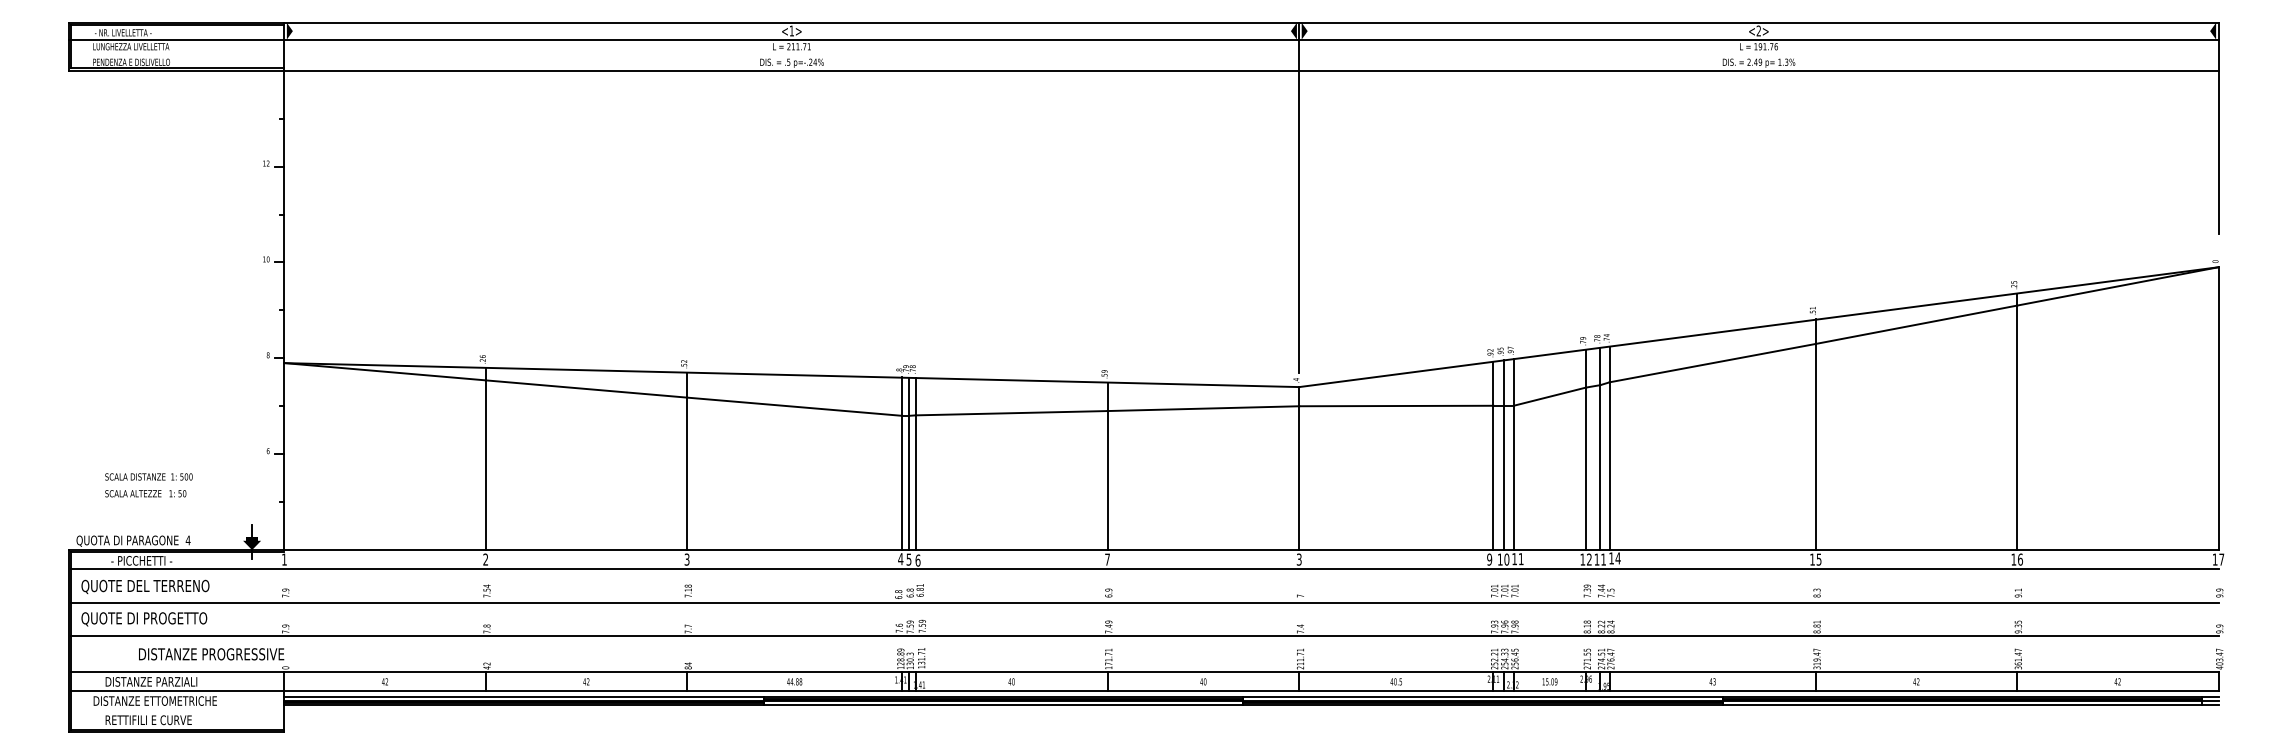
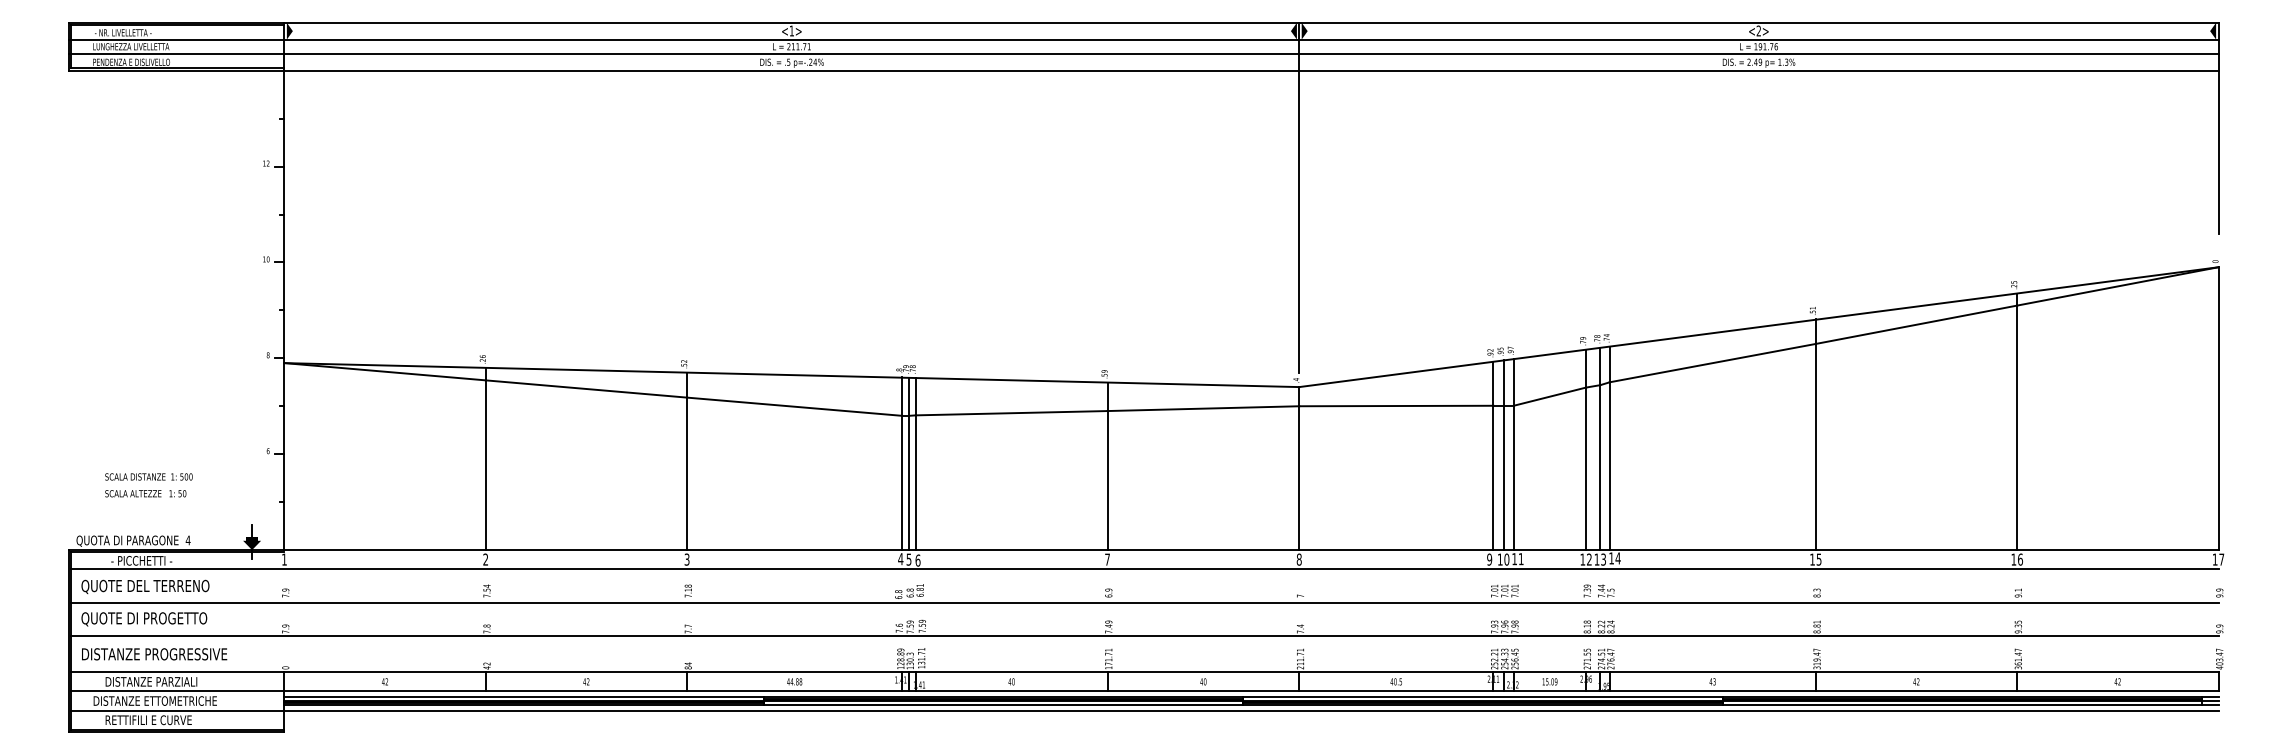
line at (1143, 53): none -> present
text at (1298, 559): 3 -> 8
text at (1603, 559): 11 -> 13
text at (211, 654) position: (211, 654) -> (154, 654)
line at (1144, 710): none -> present
